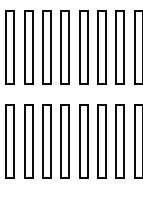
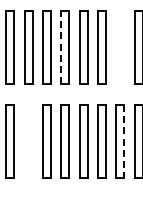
line at (61, 47): solid -> dashed
part at (119, 47): present -> none
part at (28, 141): present -> none
line at (124, 142): solid -> dashed
